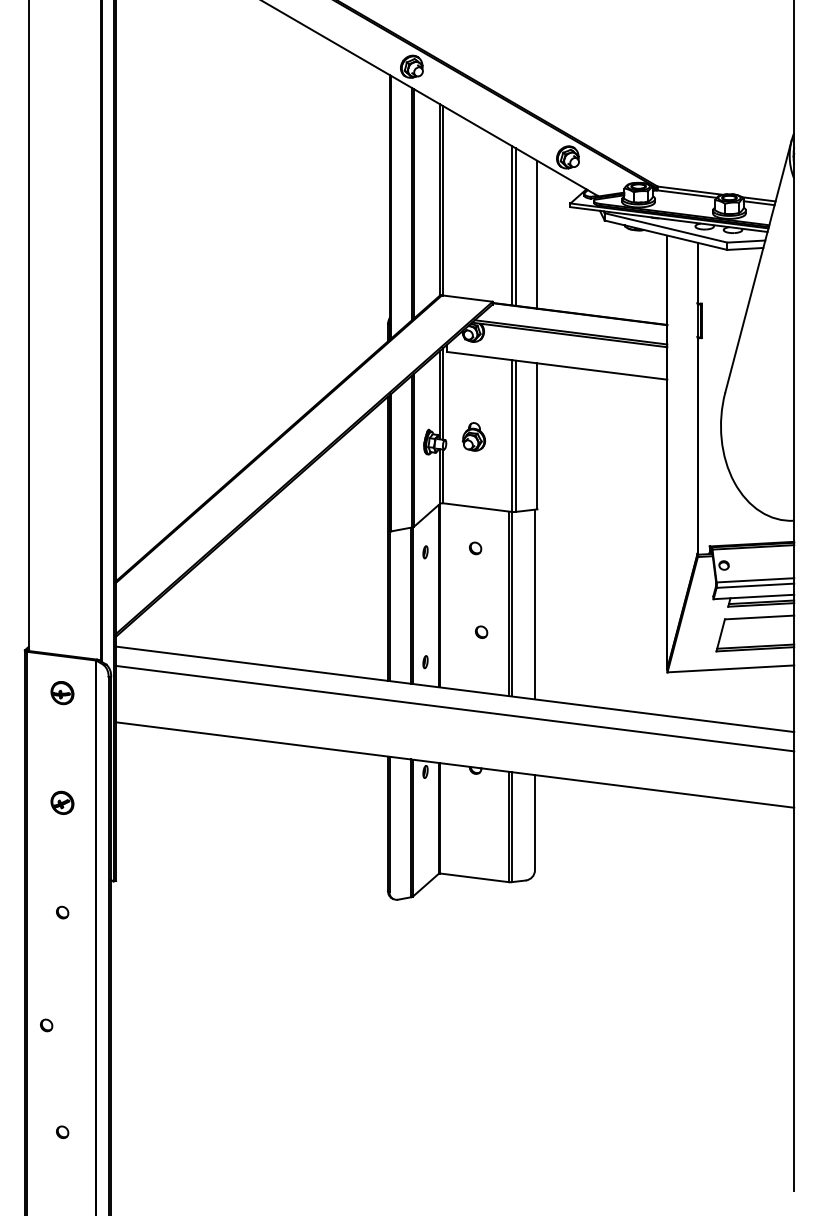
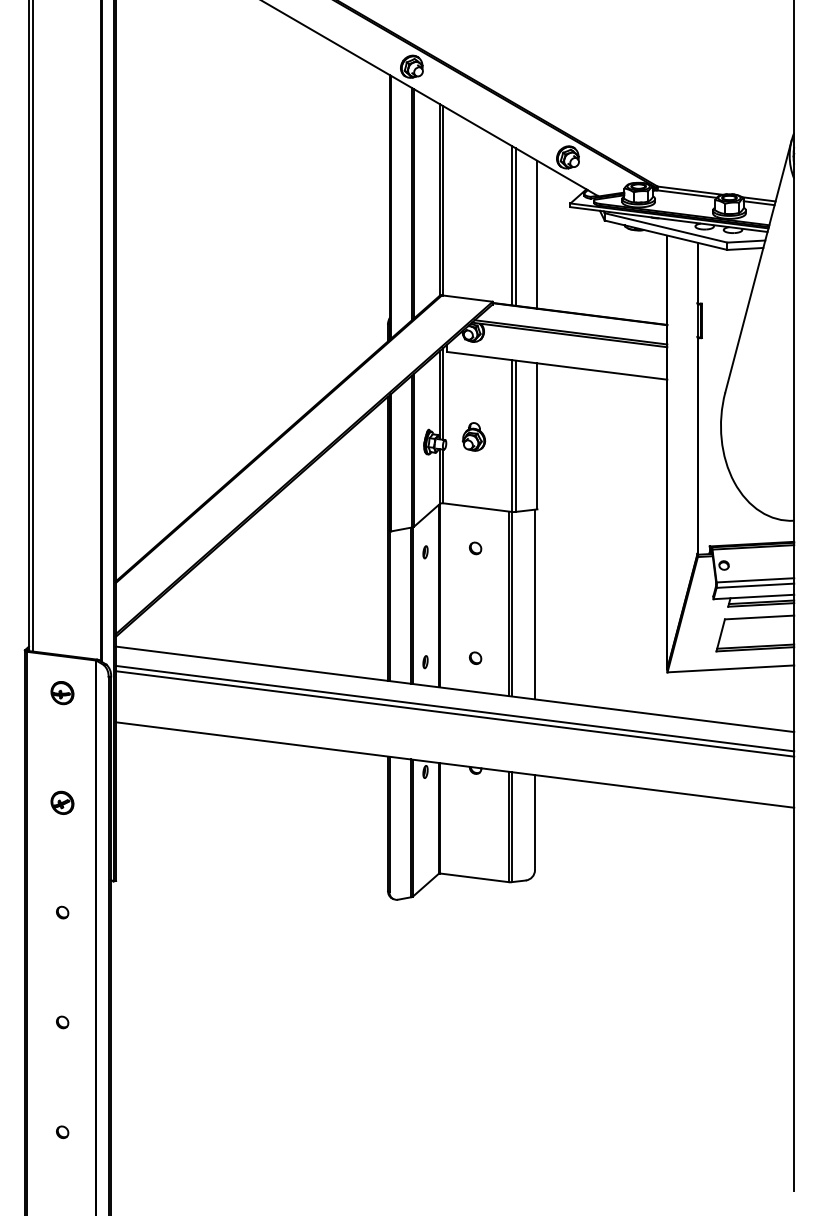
line at (32, 326): none -> present
part at (481, 632) position: (481, 632) -> (475, 658)
line at (455, 713): none -> present
part at (46, 1025) position: (46, 1025) -> (62, 1022)
